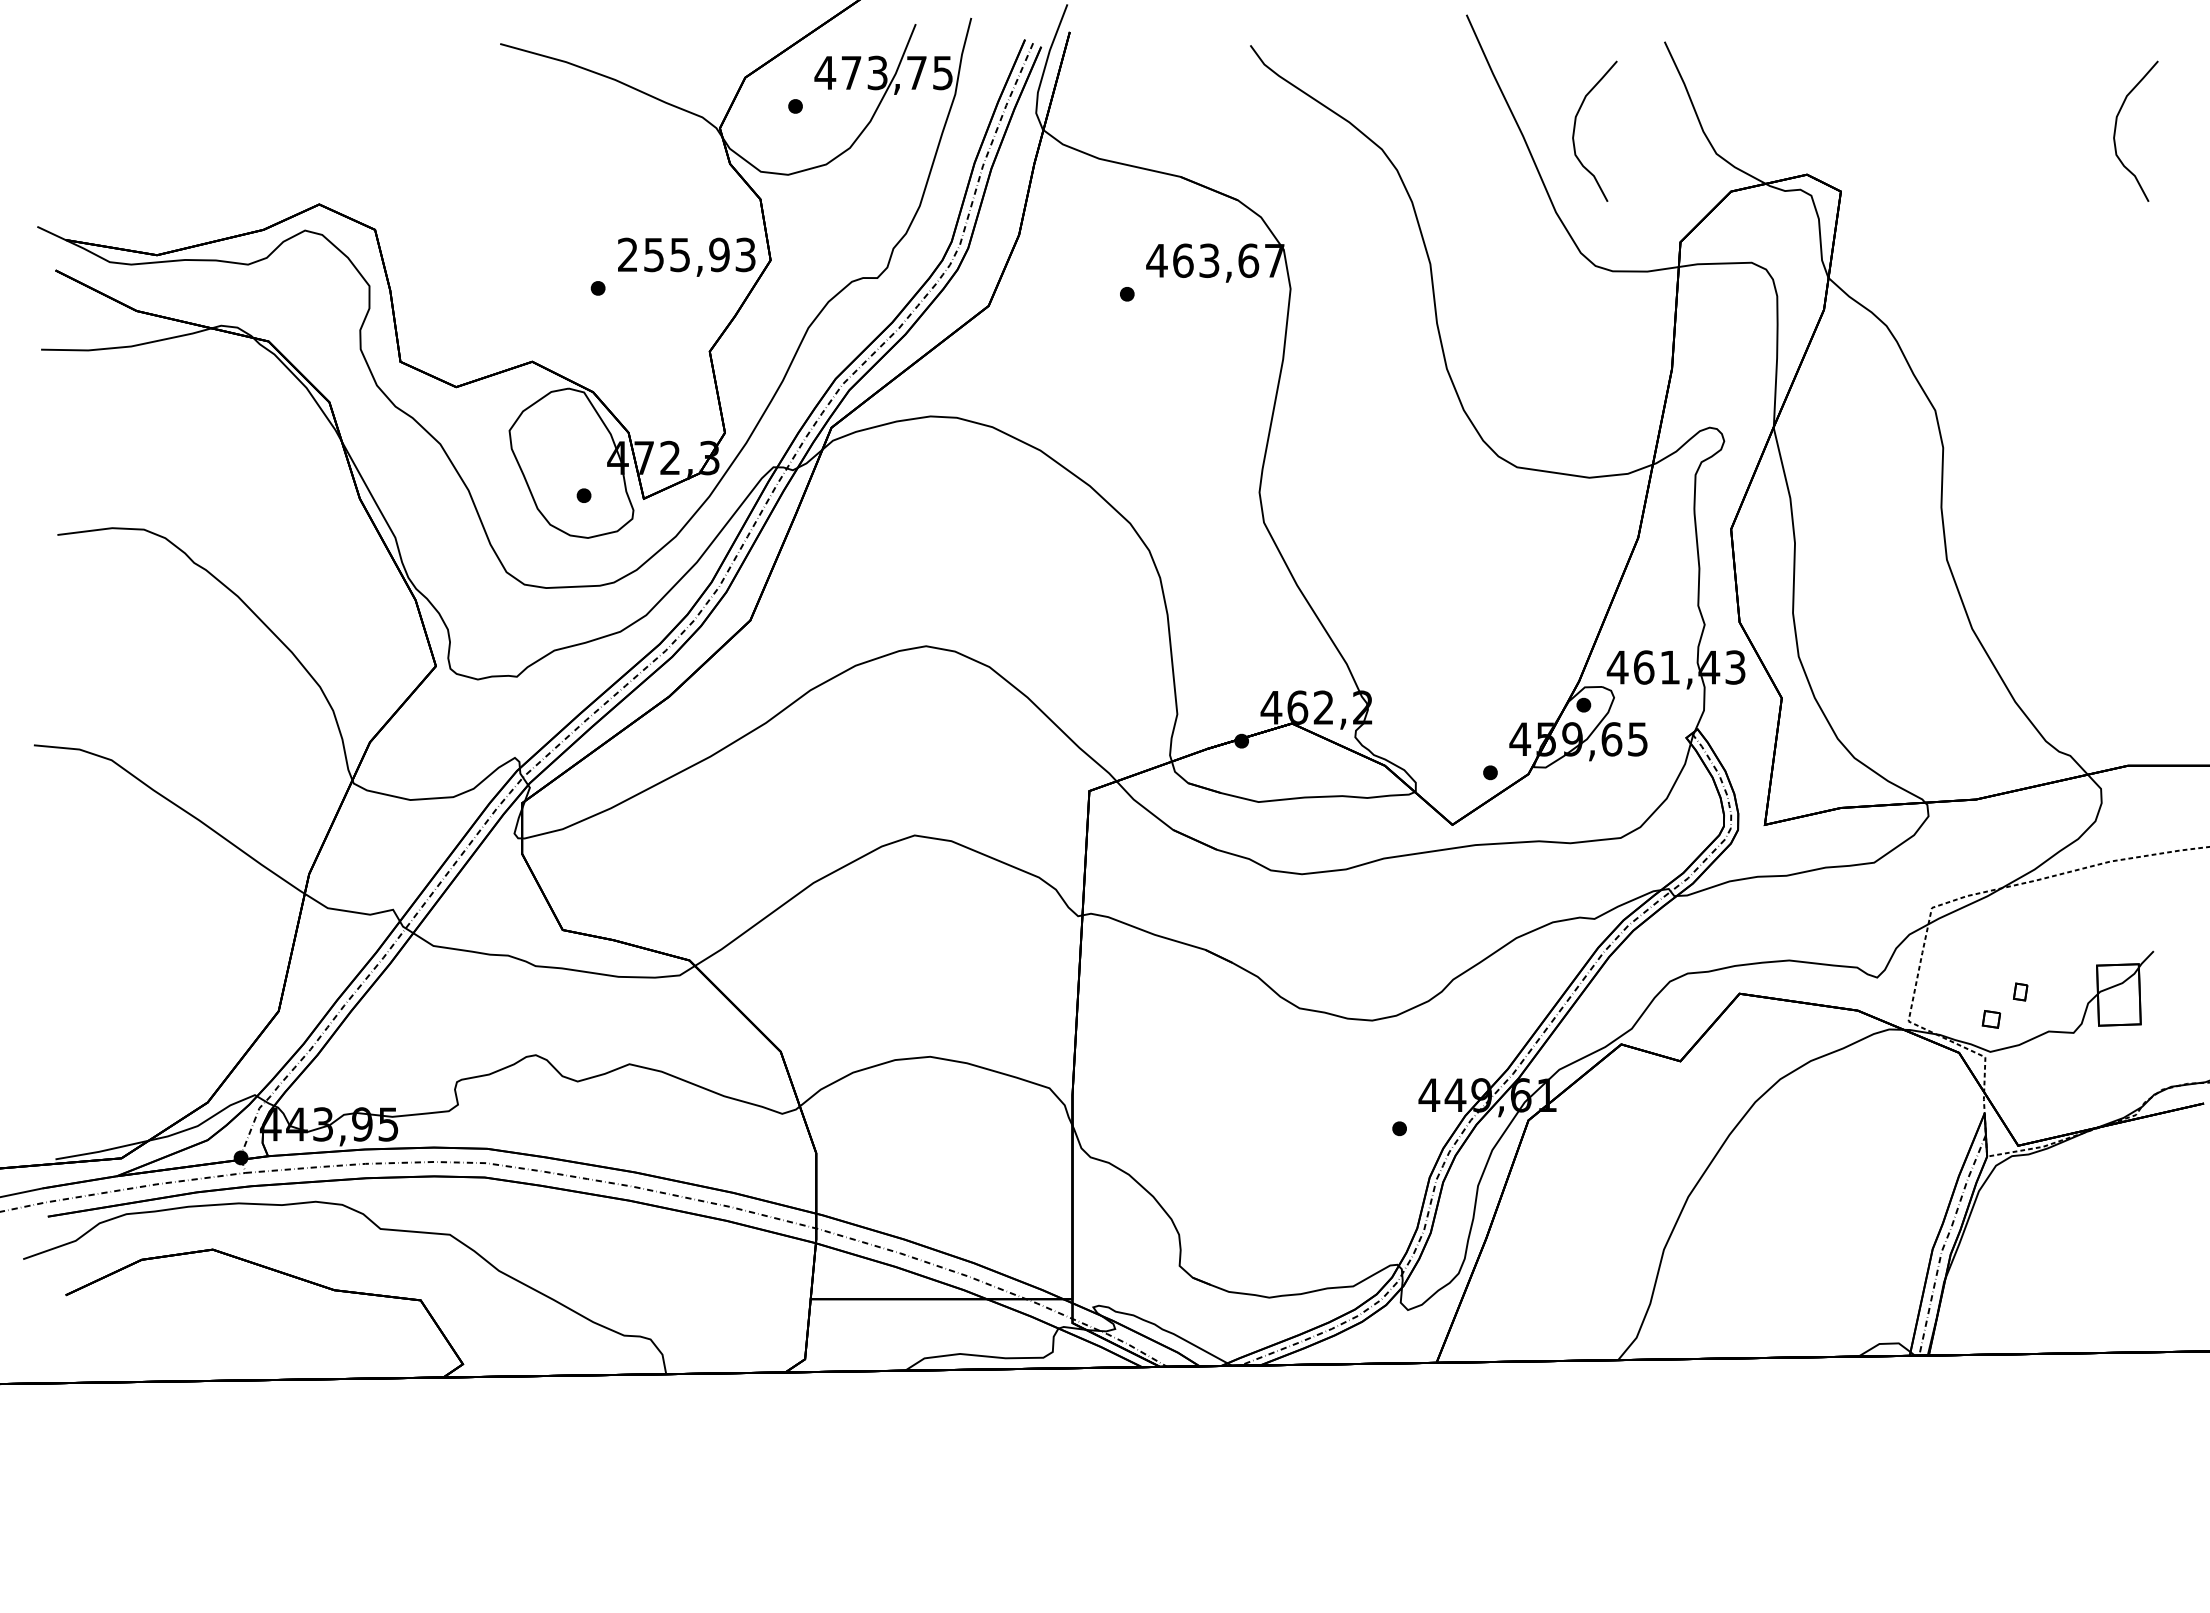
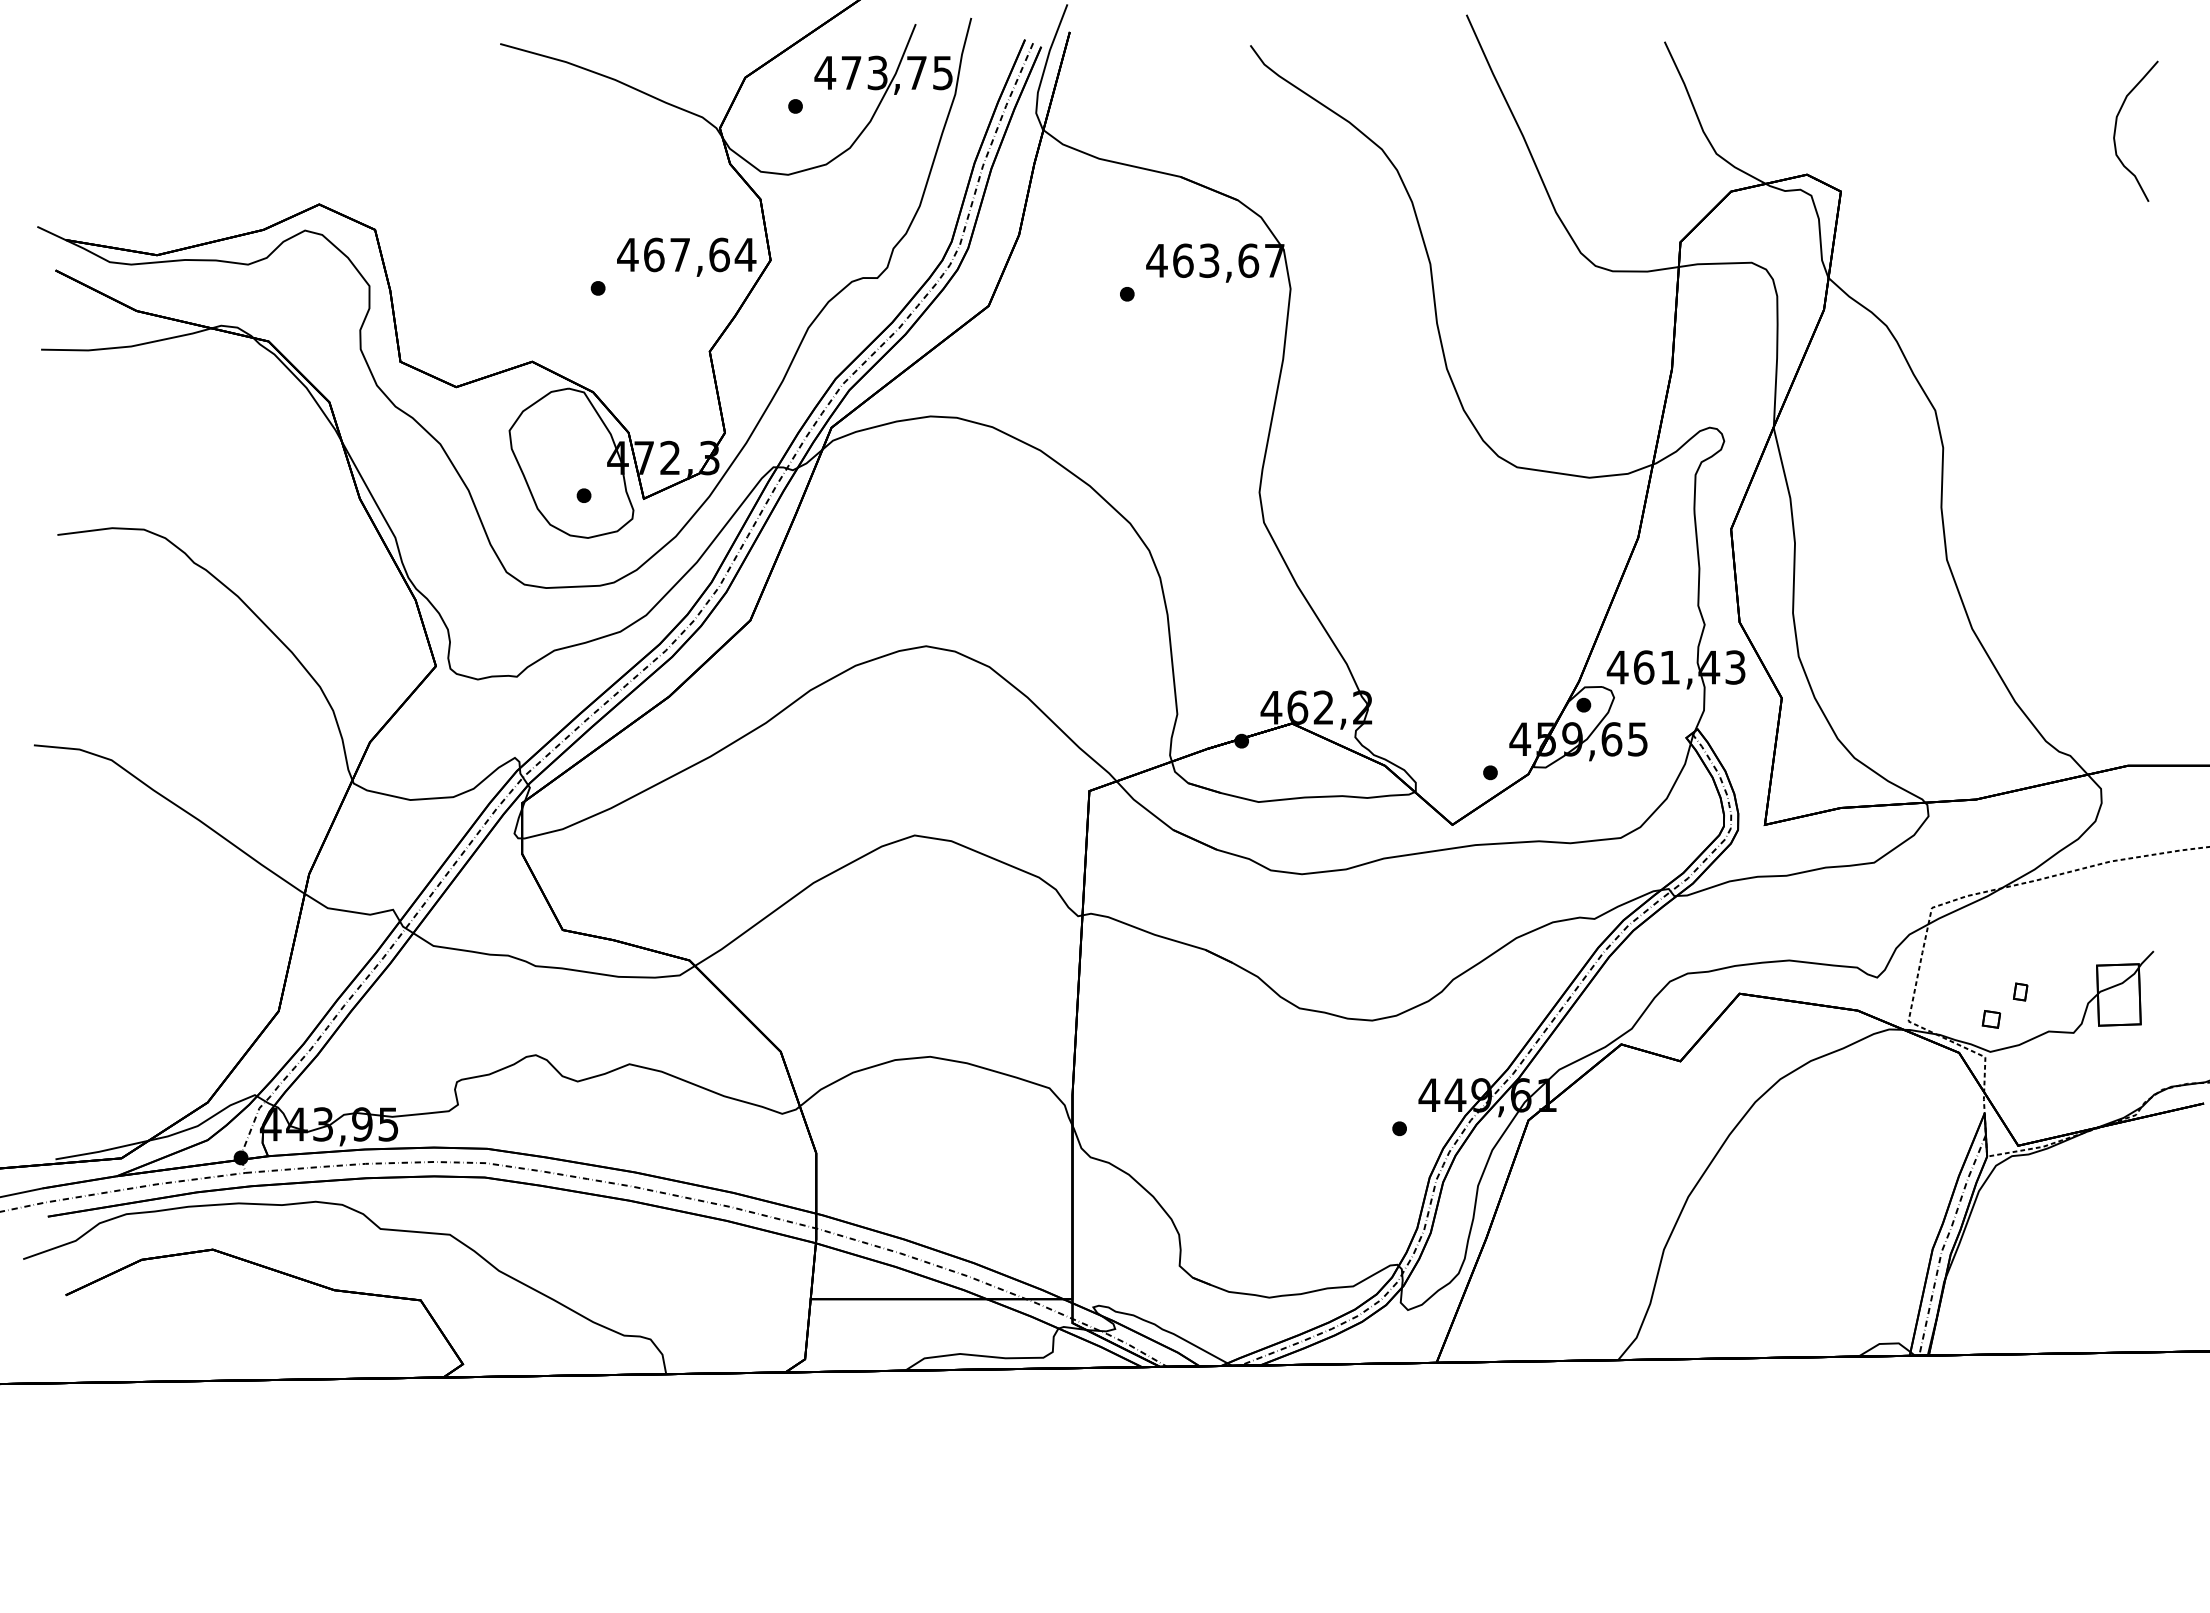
curve at (1575, 129): present -> none
text at (686, 254): 255,93 -> 467,64
